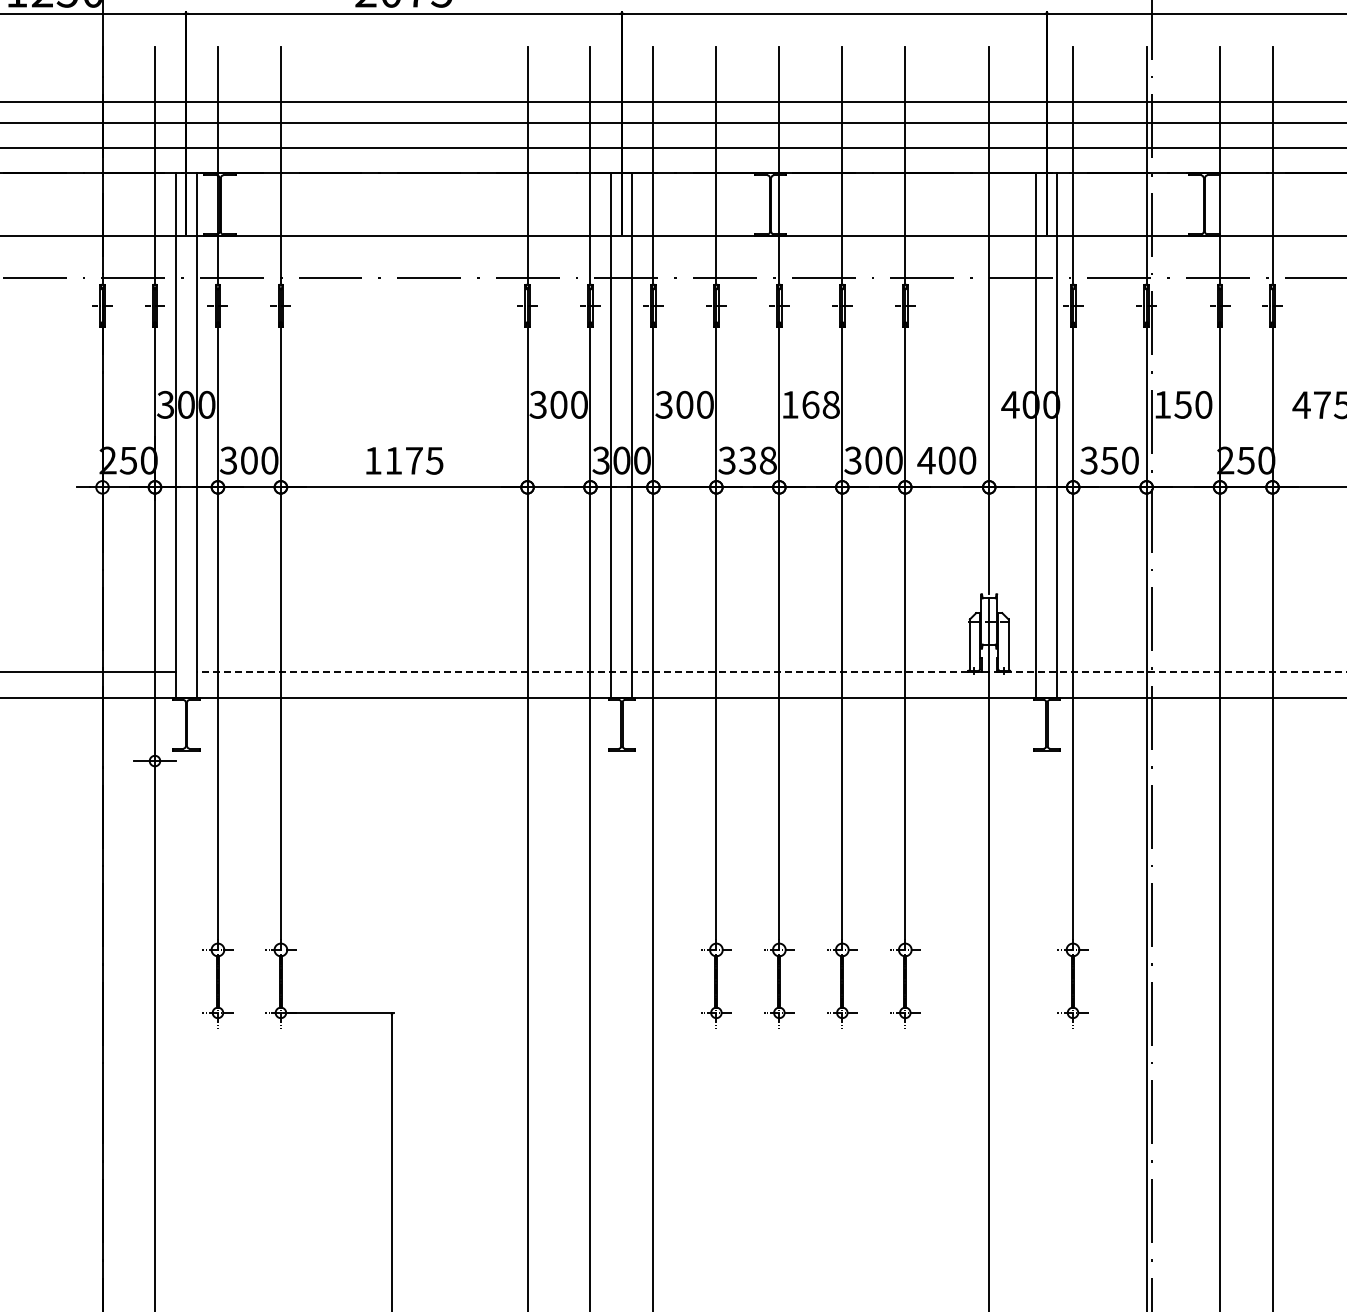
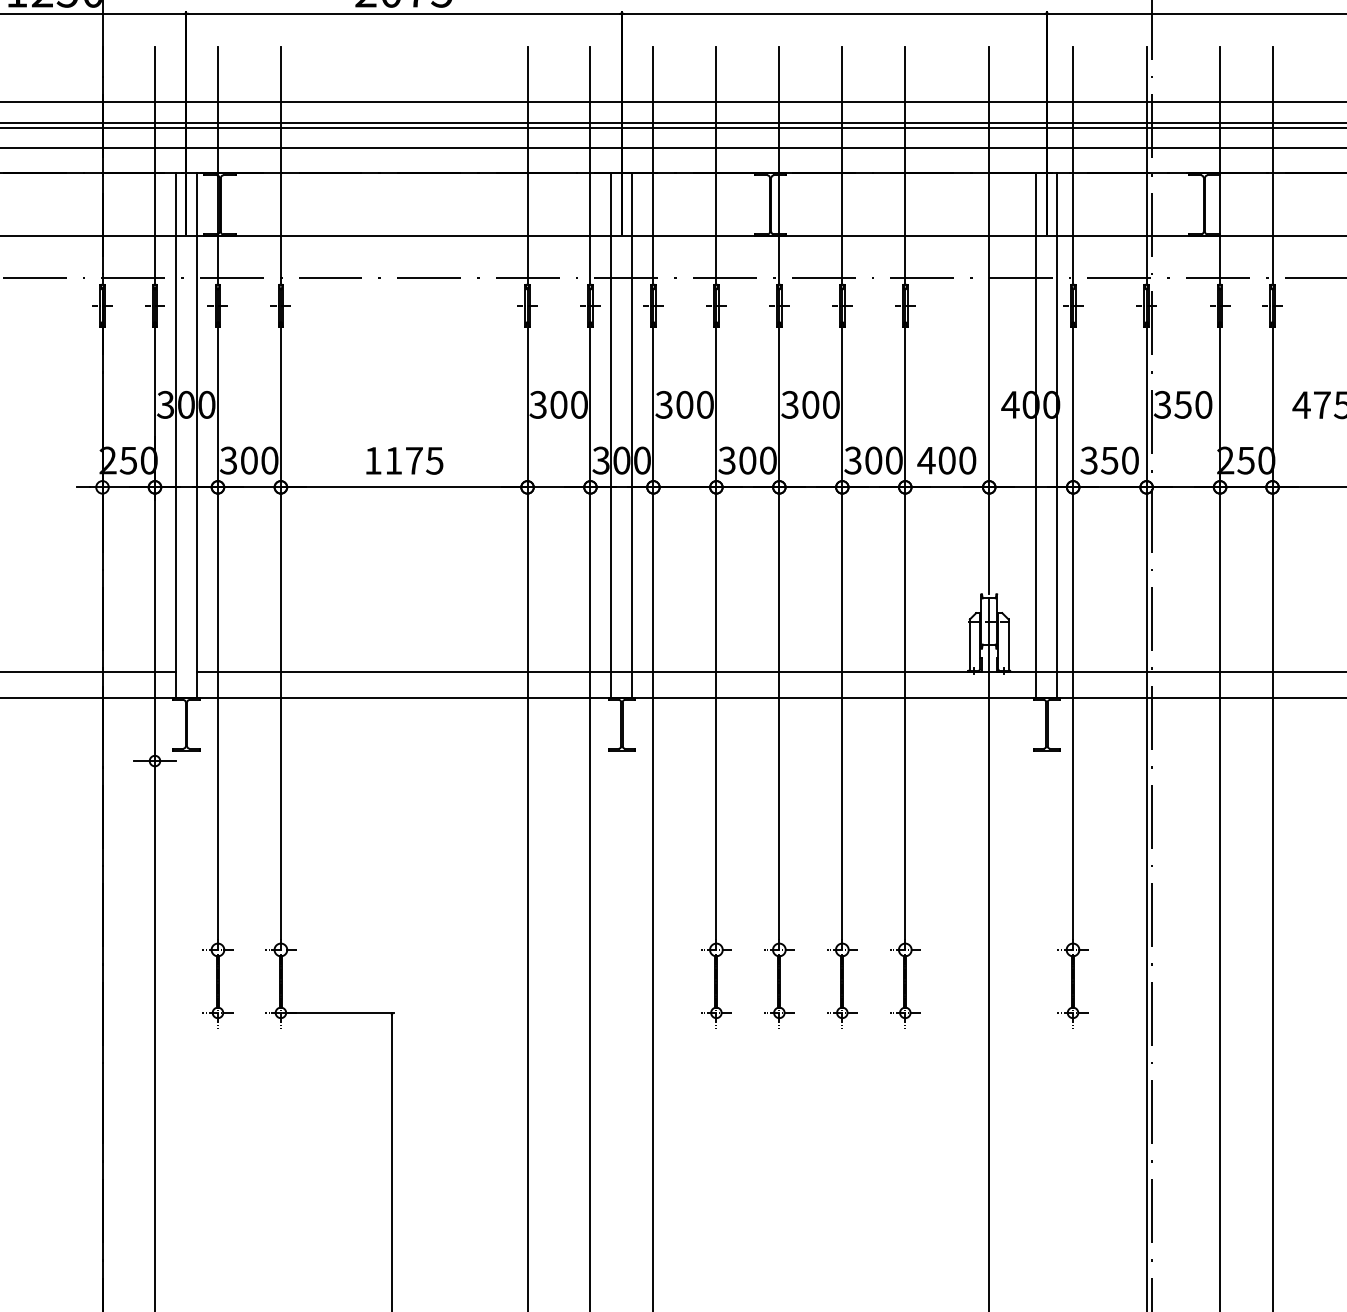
line at (672, 128): none -> present
text at (810, 404): 168 -> 300
text at (1161, 404): 150 -> 350
text at (757, 460): 338 -> 300
line at (771, 671): dashed -> solid
